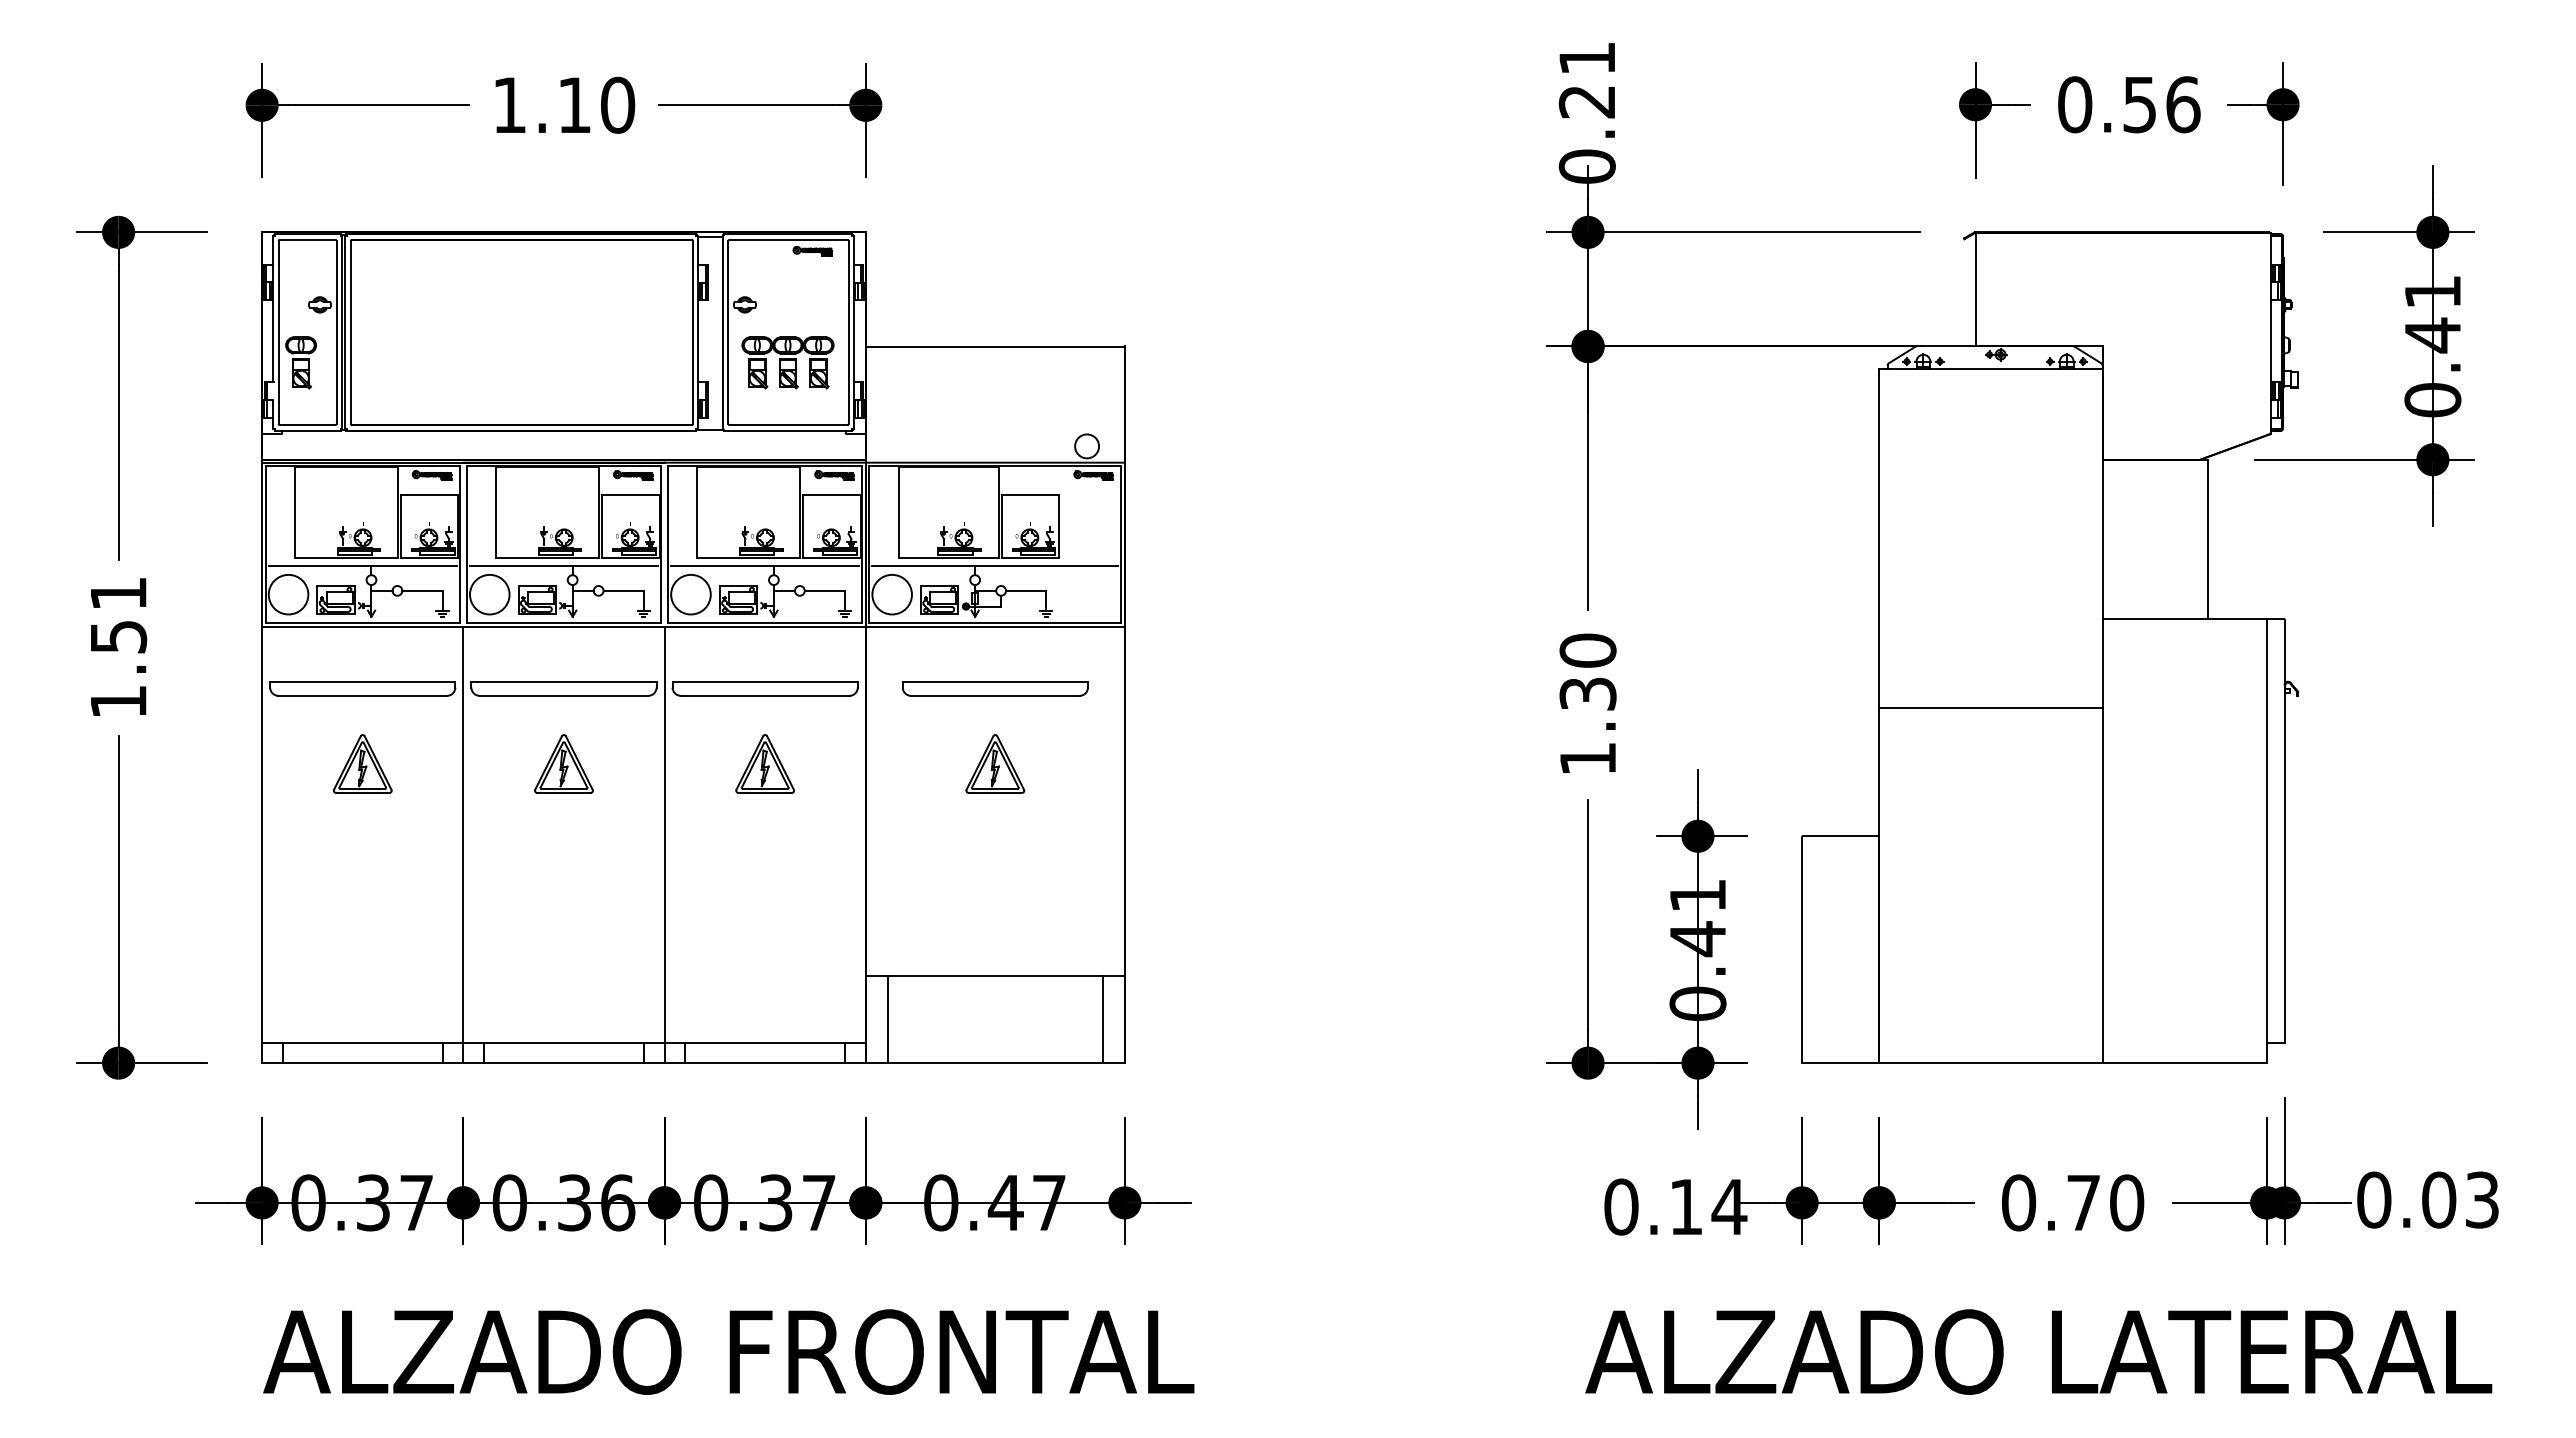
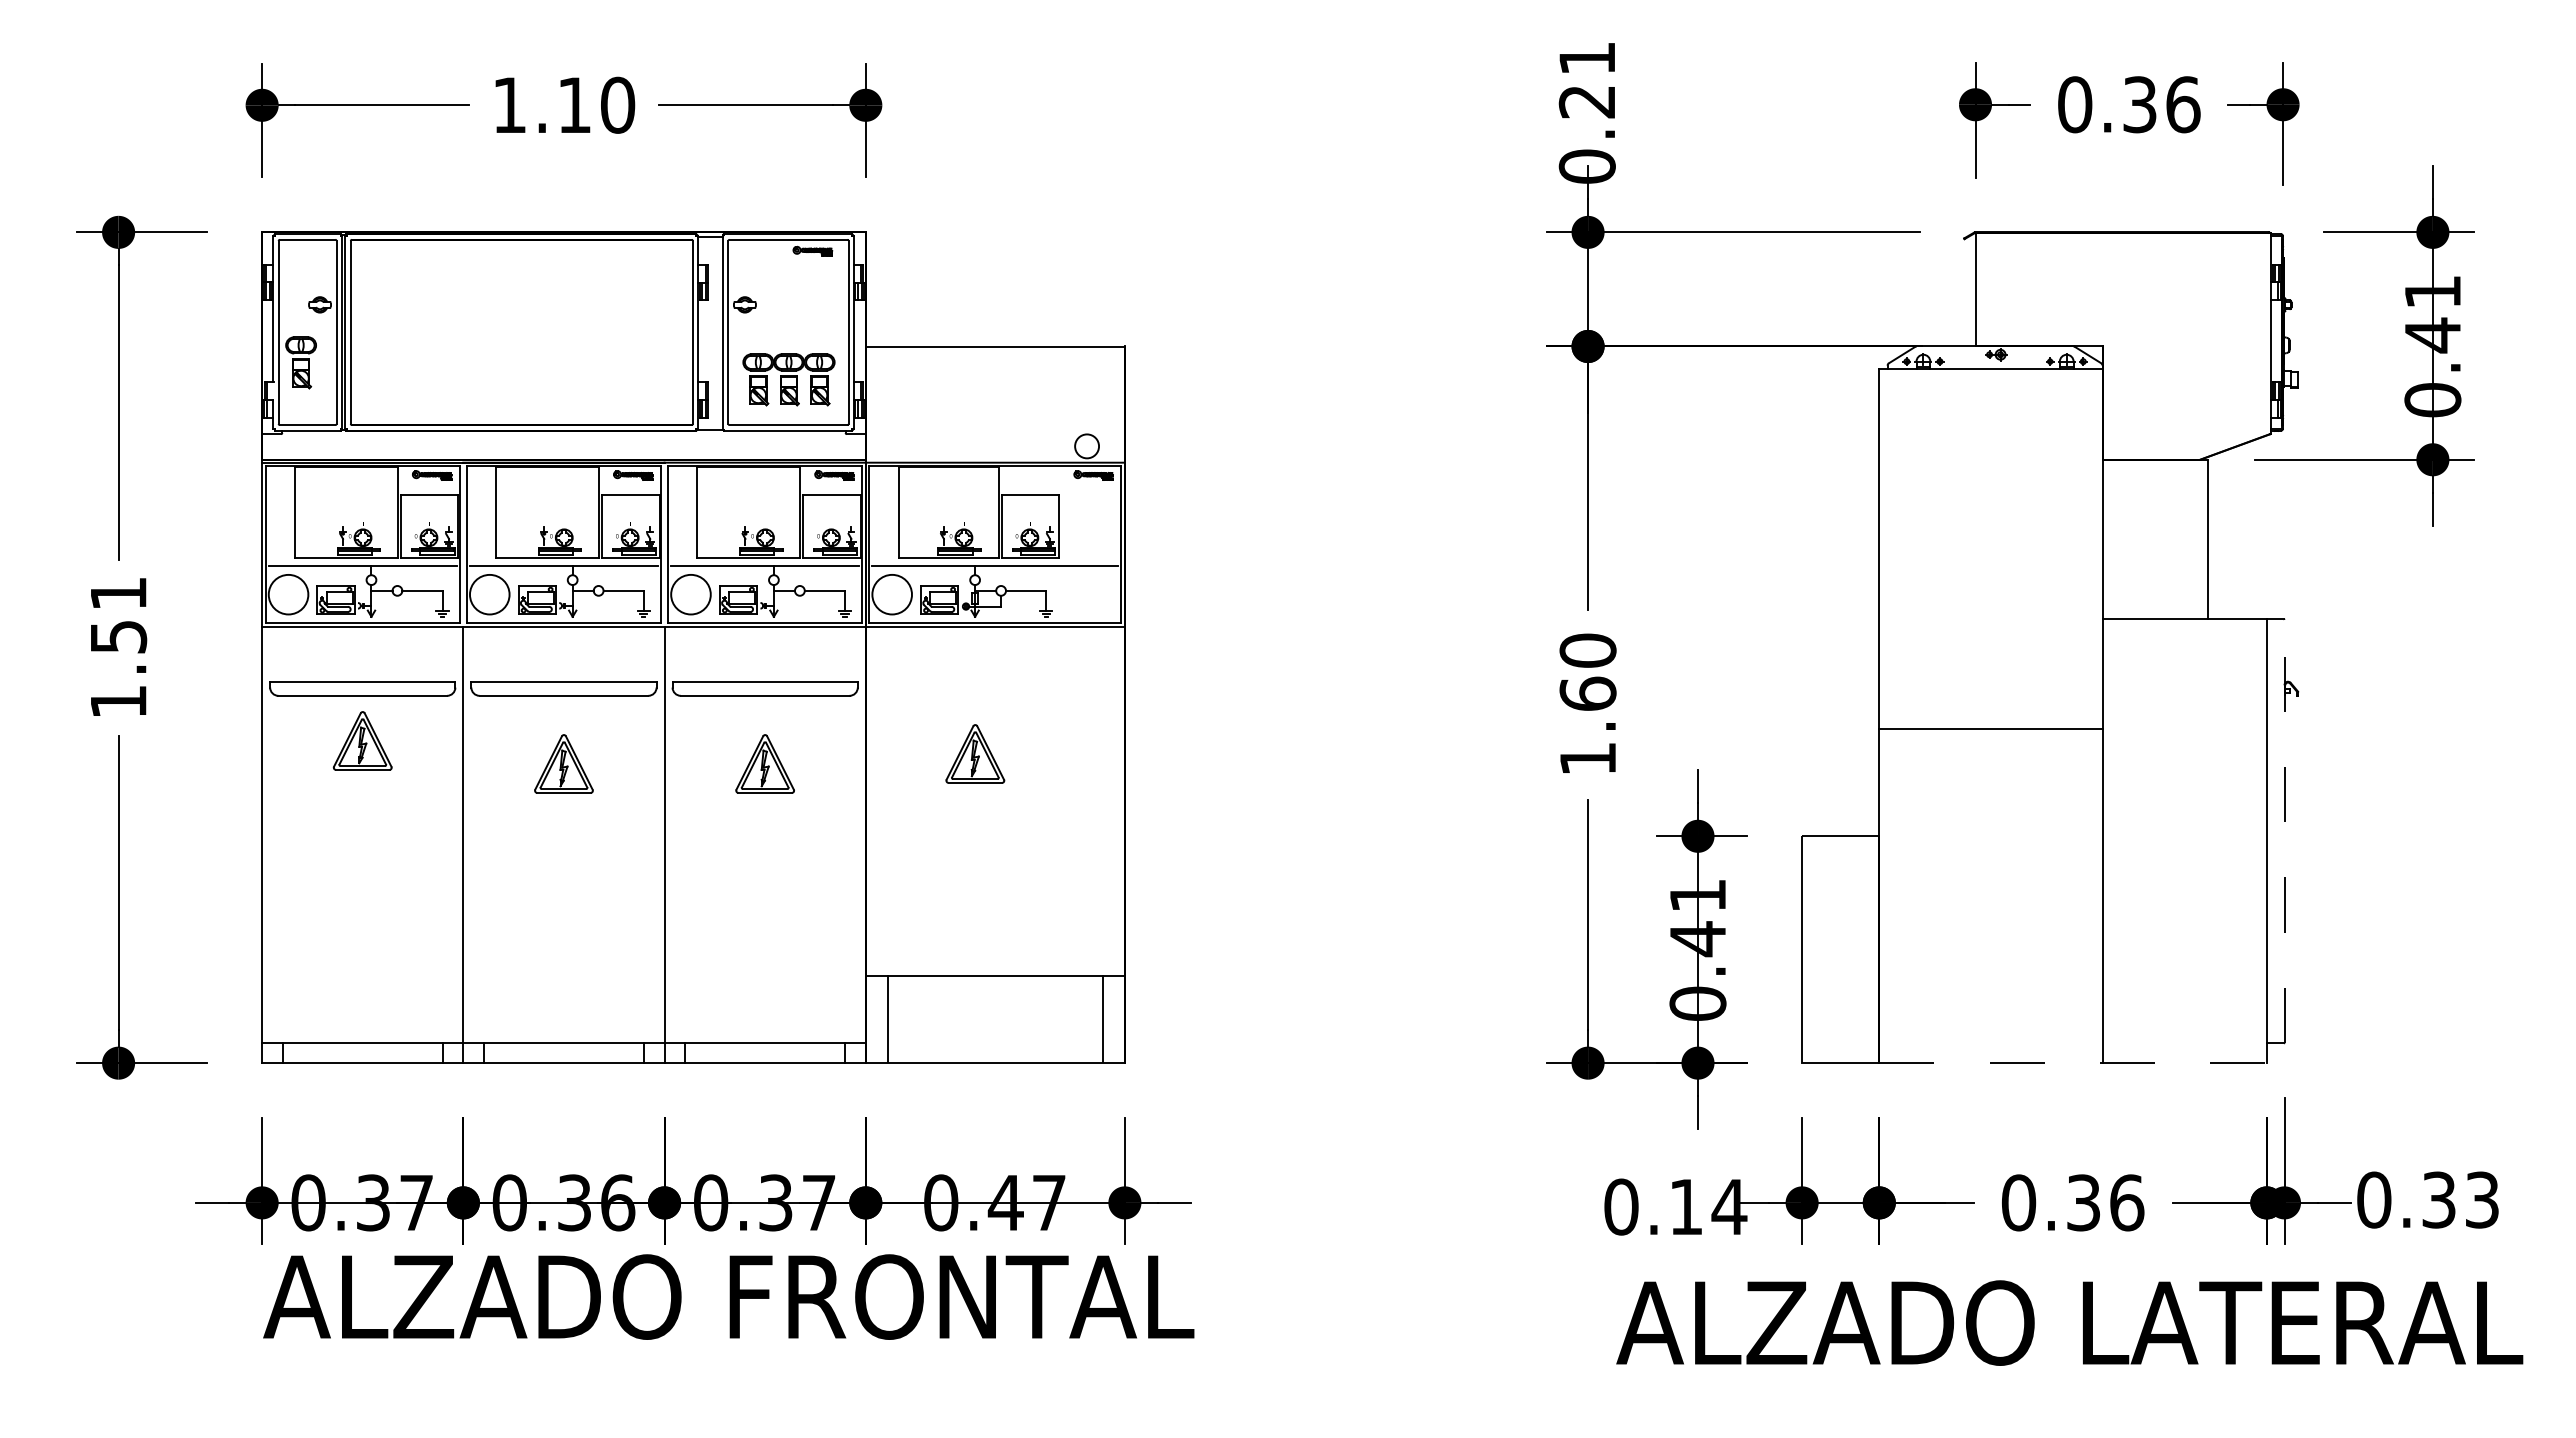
text at (2140, 104): 0.56 -> 0.36
part at (787, 362) position: (787, 362) -> (788, 379)
part at (994, 688): present -> none
text at (1587, 693): 1.30 -> 1.60
line at (1990, 707) position: (1990, 707) -> (1990, 728)
part at (362, 763) position: (362, 763) -> (362, 740)
part at (995, 763) position: (995, 763) -> (975, 753)
line at (2284, 830): solid -> dashed
line at (2073, 1063): solid -> dashed
text at (2439, 1199): 0.03 -> 0.33
text at (2105, 1202): 0.70 -> 0.36
text at (728, 1351) position: (728, 1351) -> (728, 1296)
text at (2038, 1351) position: (2038, 1351) -> (2069, 1322)
